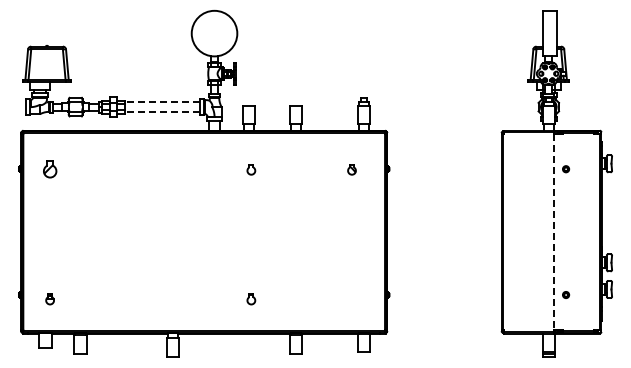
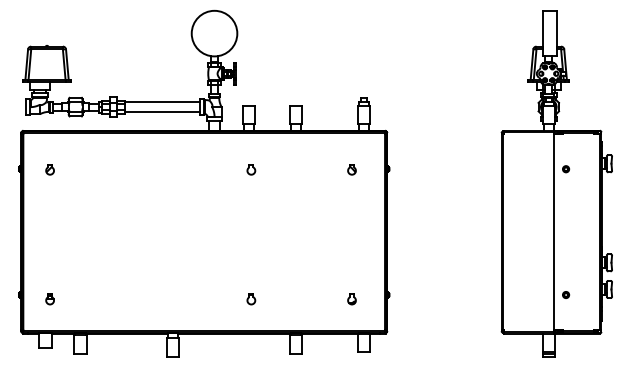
line at (162, 101): dashed -> solid
line at (162, 112): dashed -> solid
part at (50, 169) size: 15x19 px -> 10x12 px
line at (554, 231): dashed -> solid
part at (351, 299): none -> present
